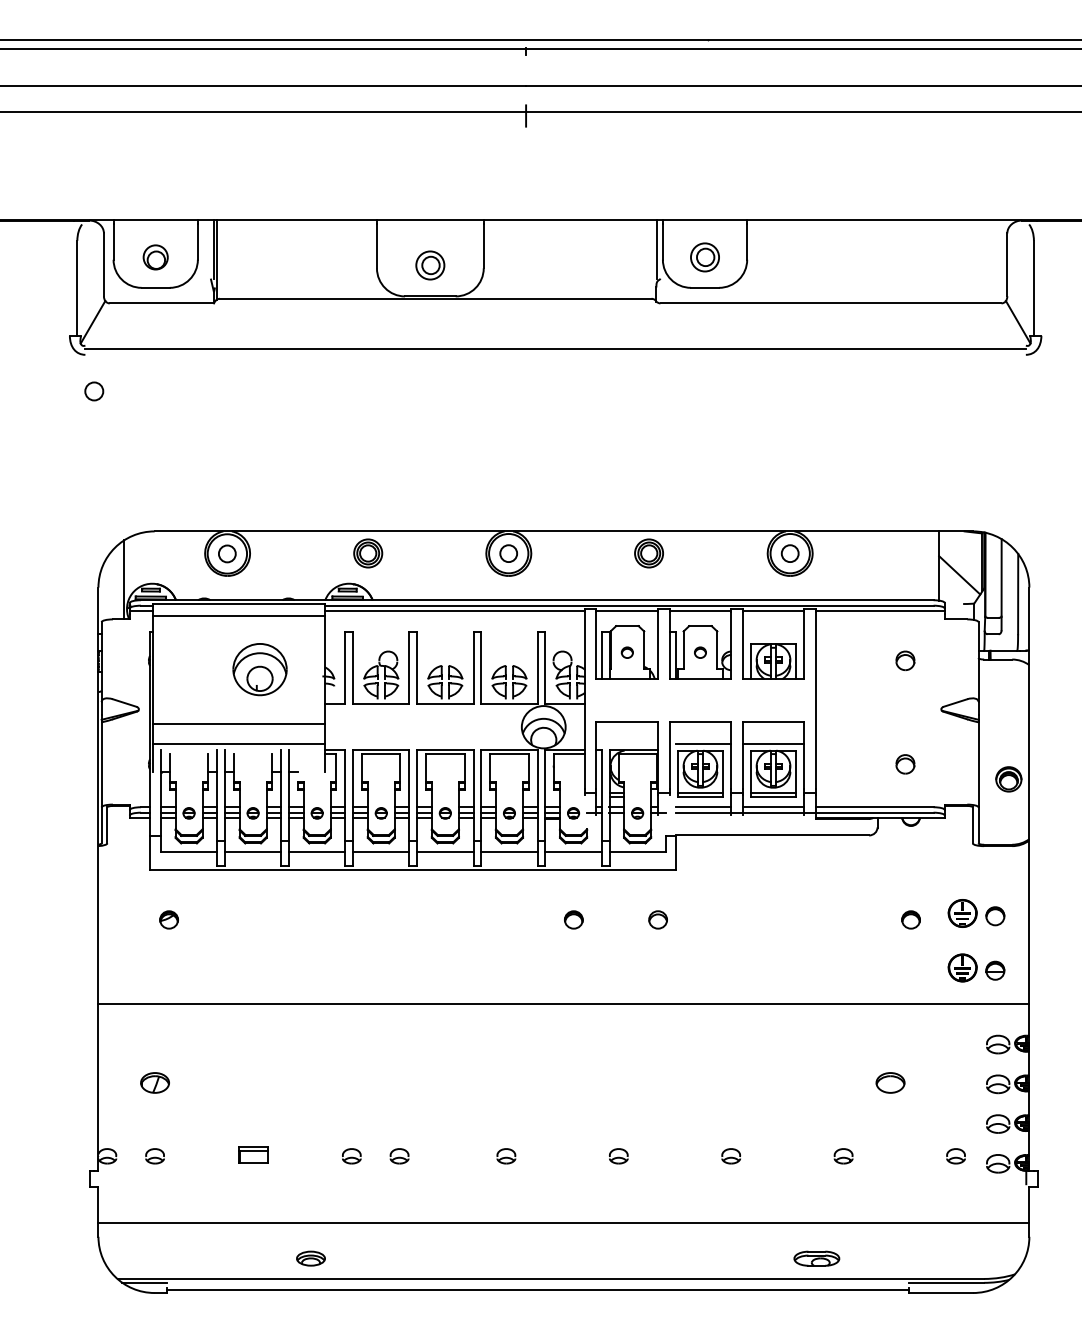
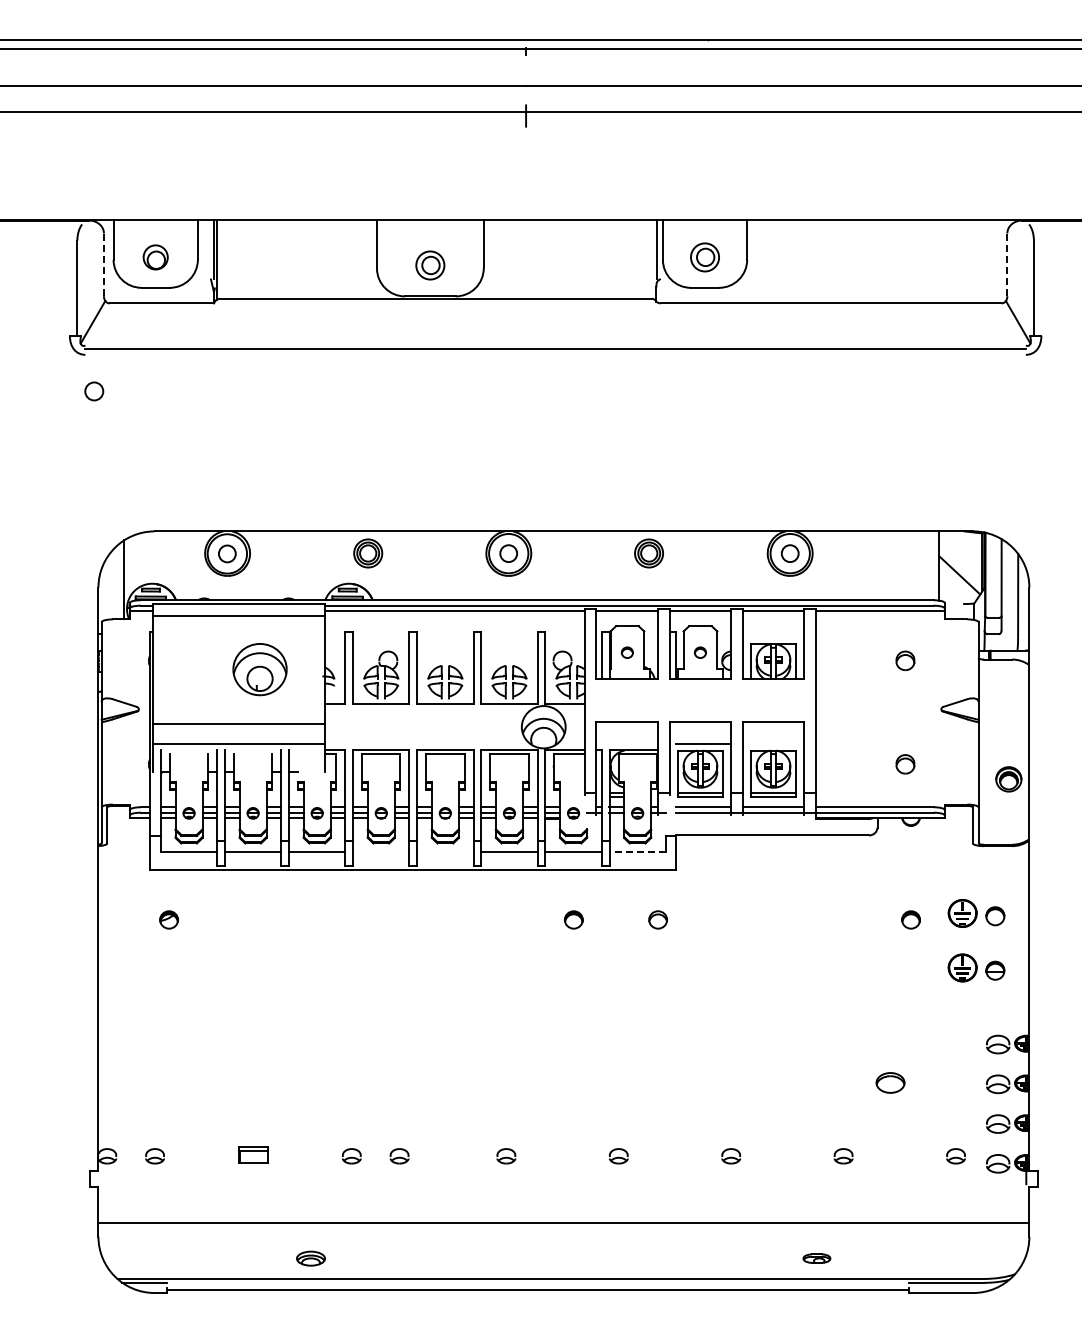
line at (103, 264): solid -> dashed
line at (1007, 264): solid -> dashed
line at (773, 743): present -> none
line at (381, 851): present -> none
line at (445, 851): present -> none
line at (637, 851): solid -> dashed
line at (563, 1003): present -> none
part at (154, 1082): present -> none
part at (816, 1258) size: 48x17 px -> 30x11 px
